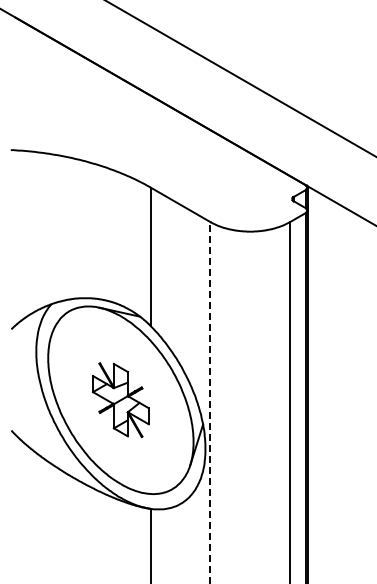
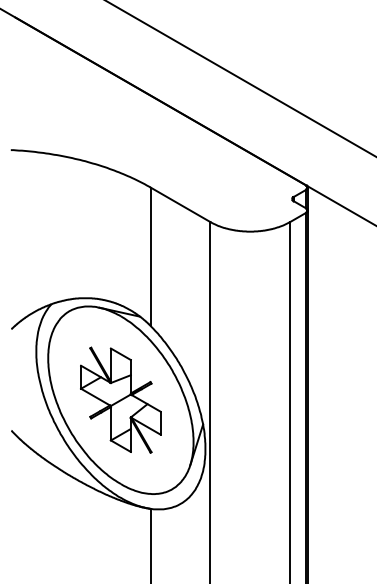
part at (120, 399) size: 58x76 px -> 82x108 px
line at (210, 402): dashed -> solid
